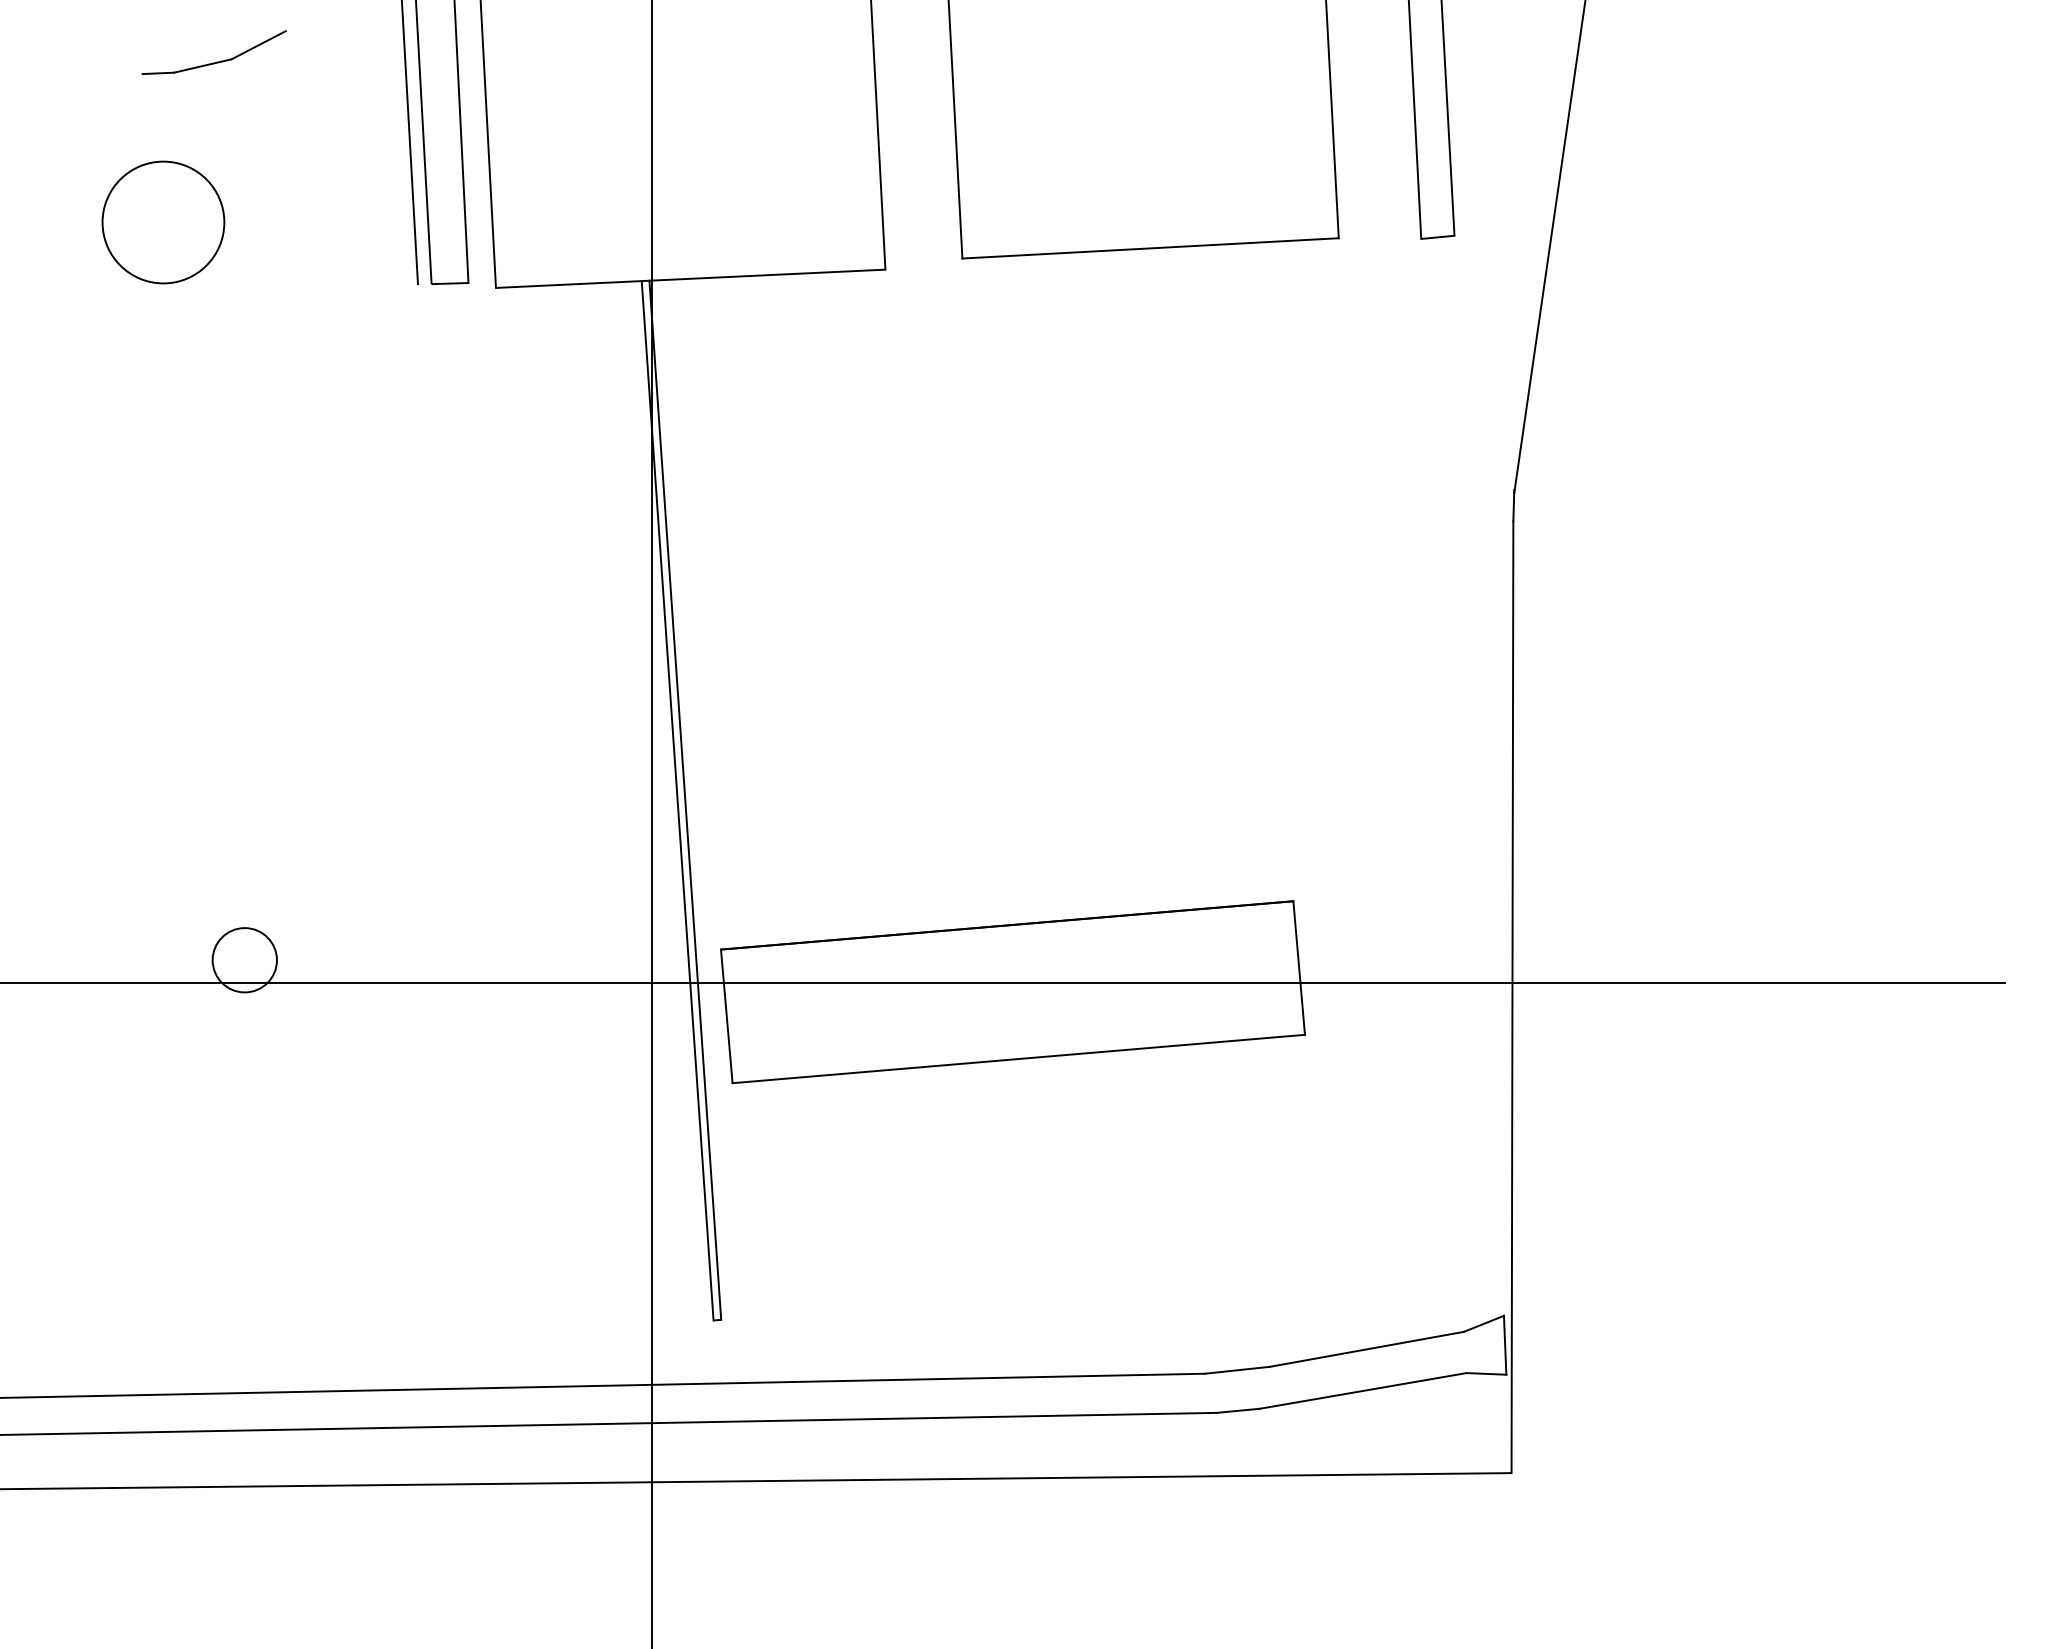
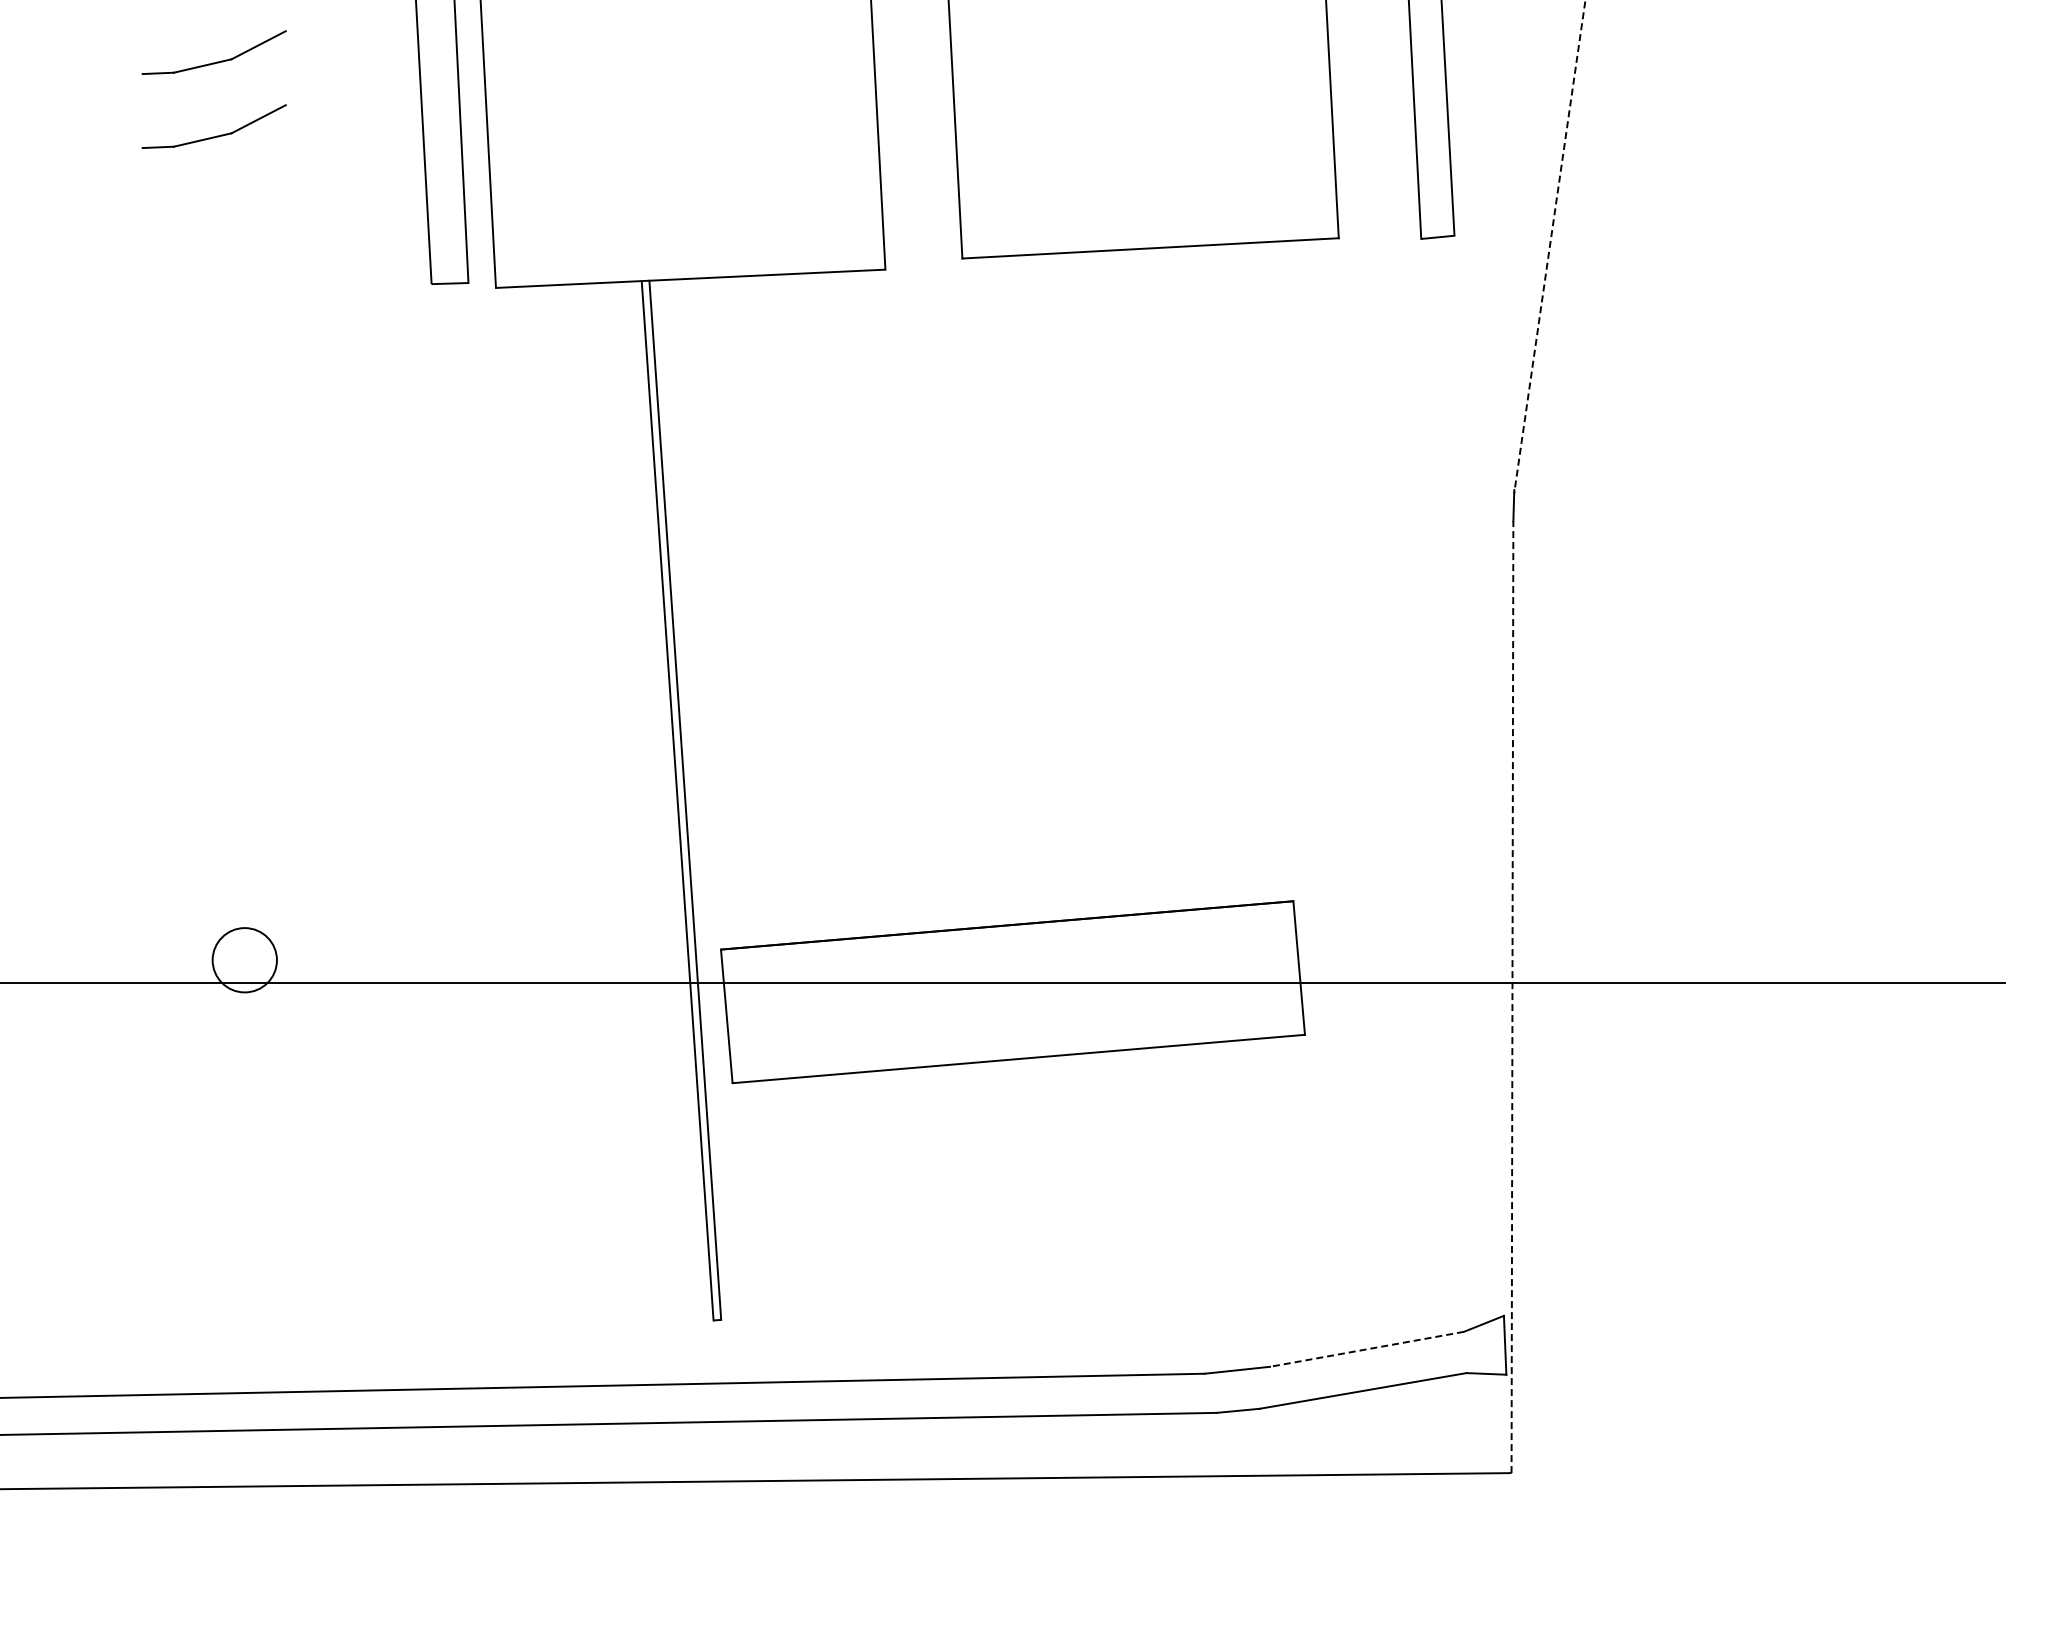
part at (216, 135): none -> present
line at (409, 143): present -> none
circle at (163, 222): present -> none
line at (1549, 247): solid -> dashed
line at (651, 823): present -> none
line at (1512, 997): solid -> dashed
line at (1366, 1349): solid -> dashed
